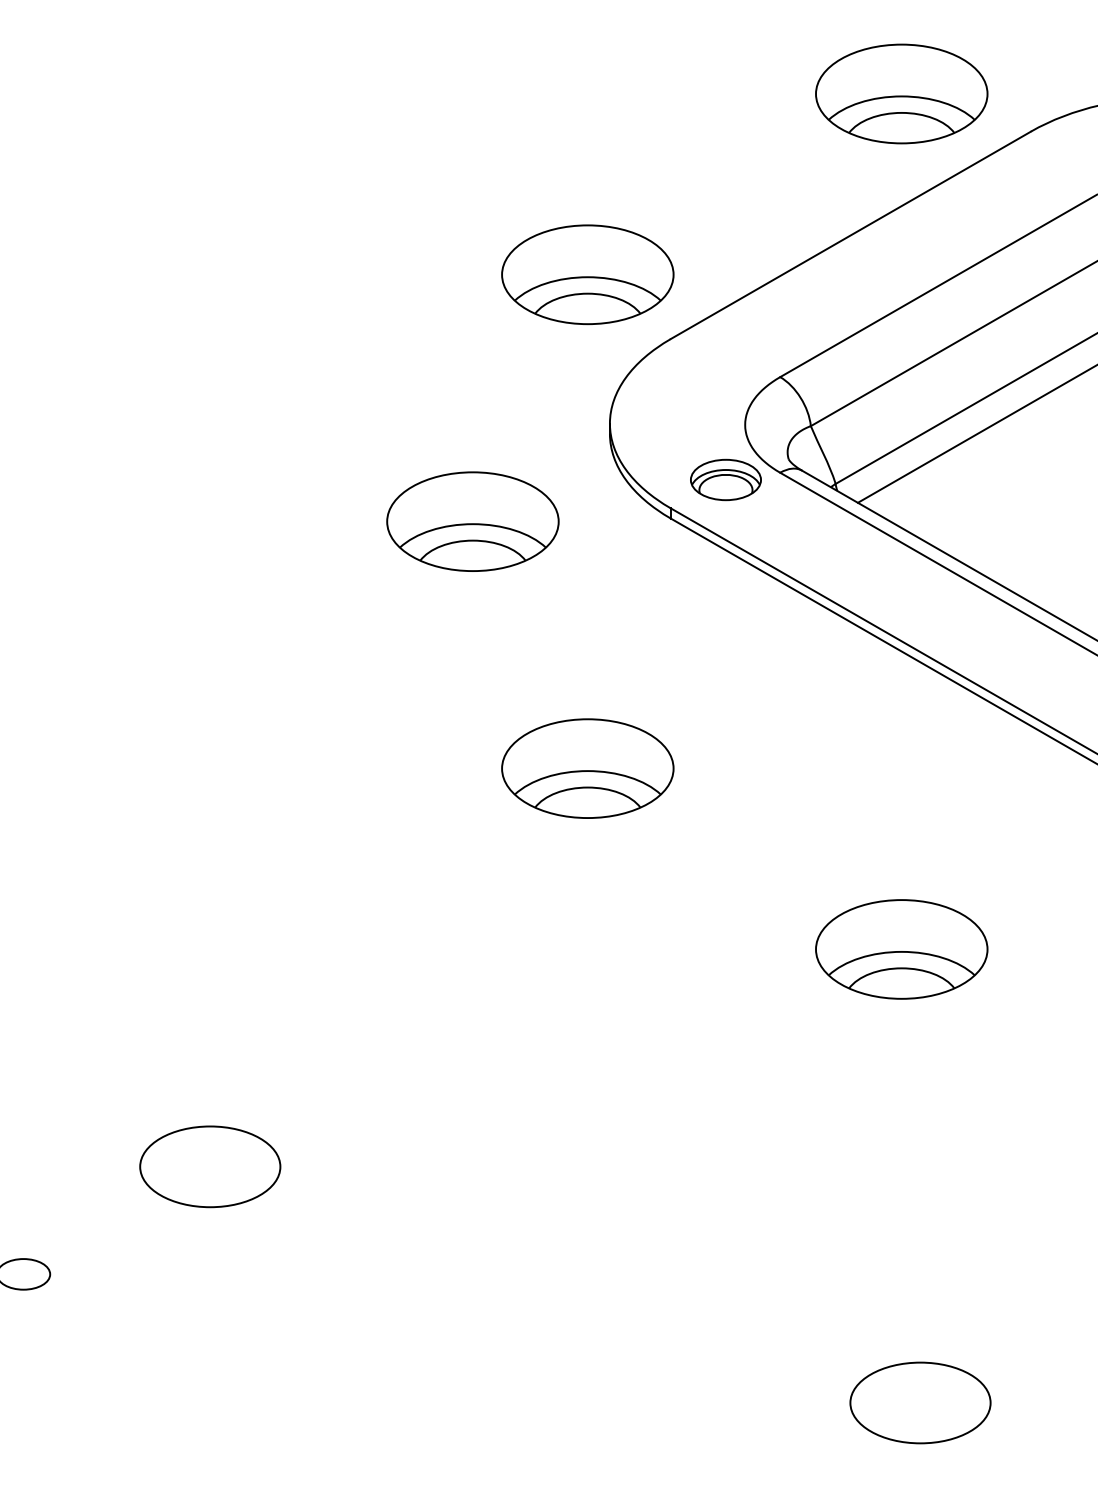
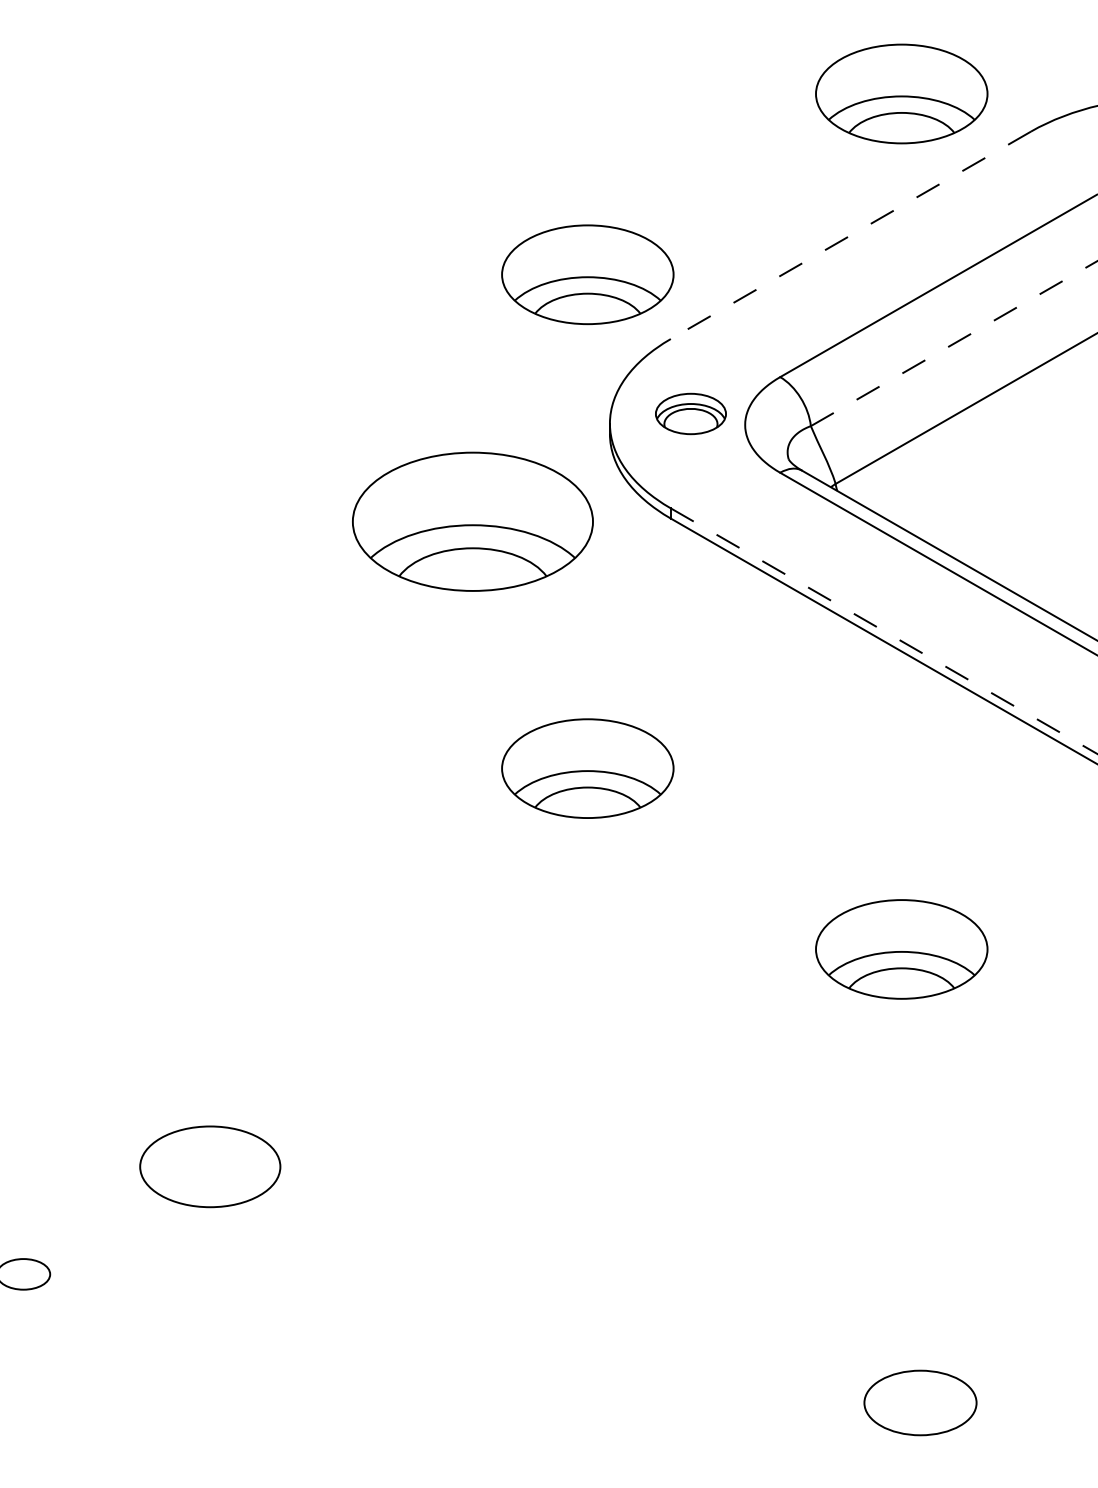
line at (850, 235): solid -> dashed
line at (954, 343): solid -> dashed
line at (975, 434): present -> none
part at (725, 479) position: (725, 479) -> (690, 413)
part at (472, 521) size: 174x101 px -> 242x141 px
line at (884, 631): solid -> dashed
part at (920, 1402) size: 143x84 px -> 115x68 px
